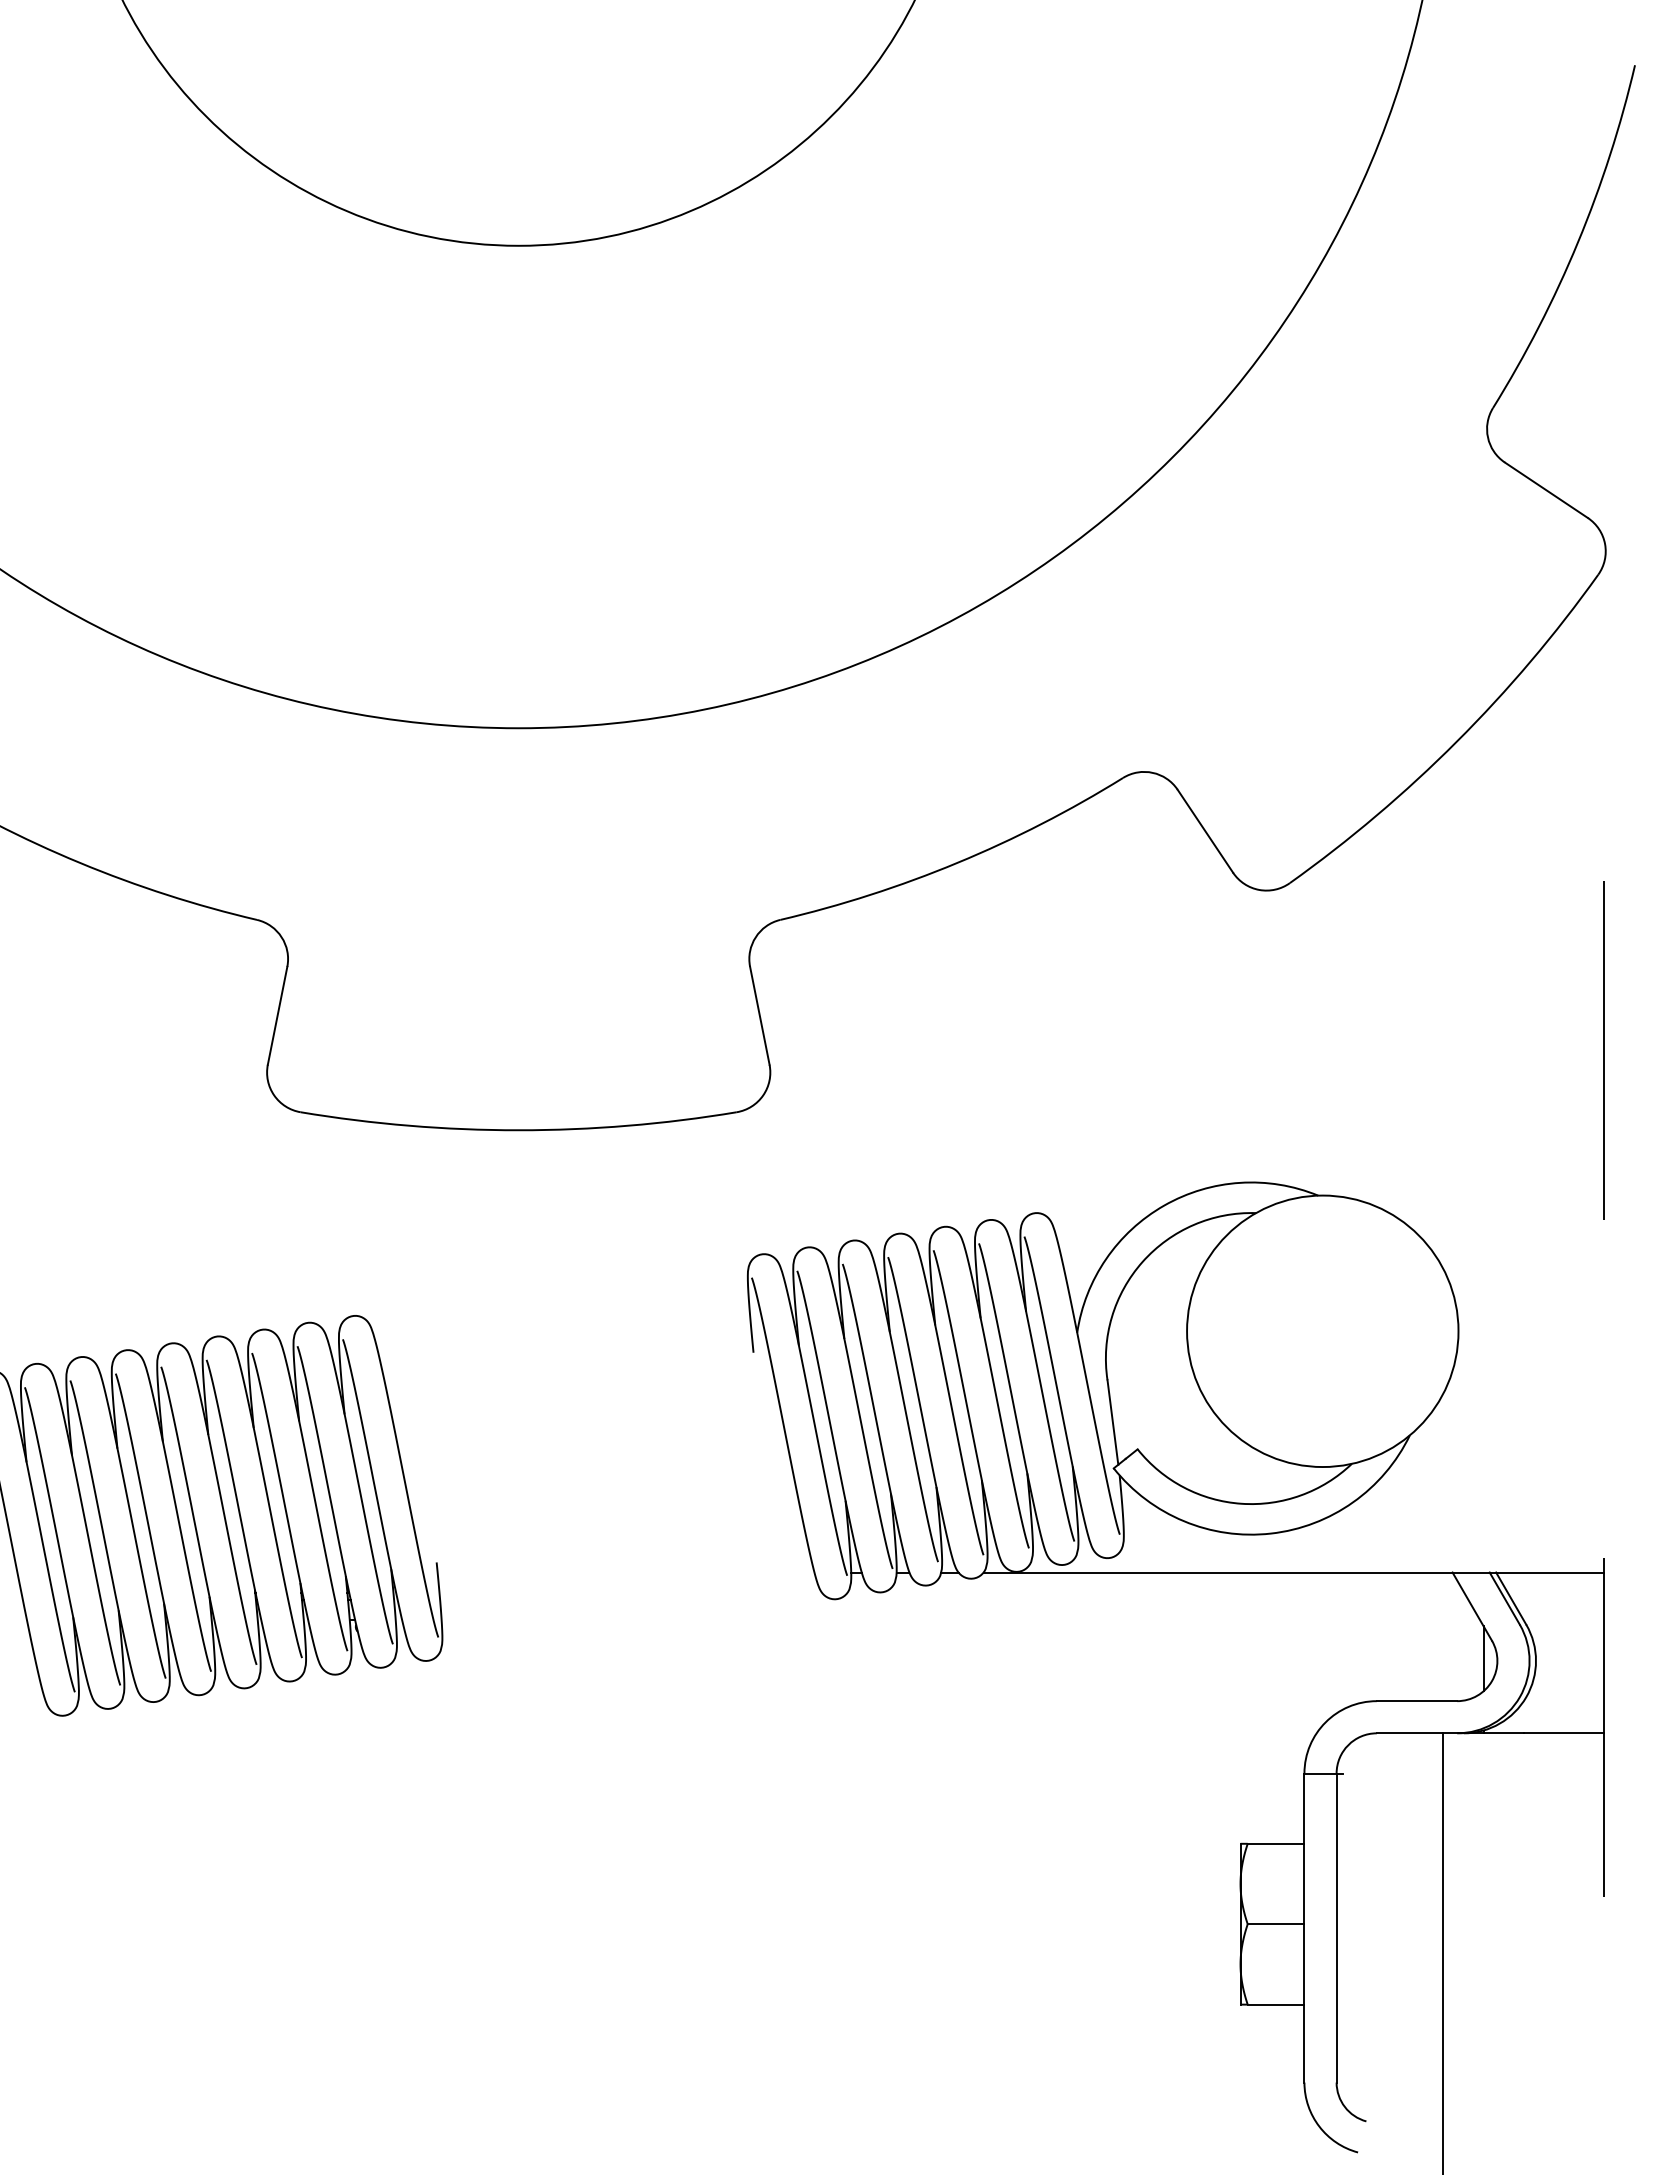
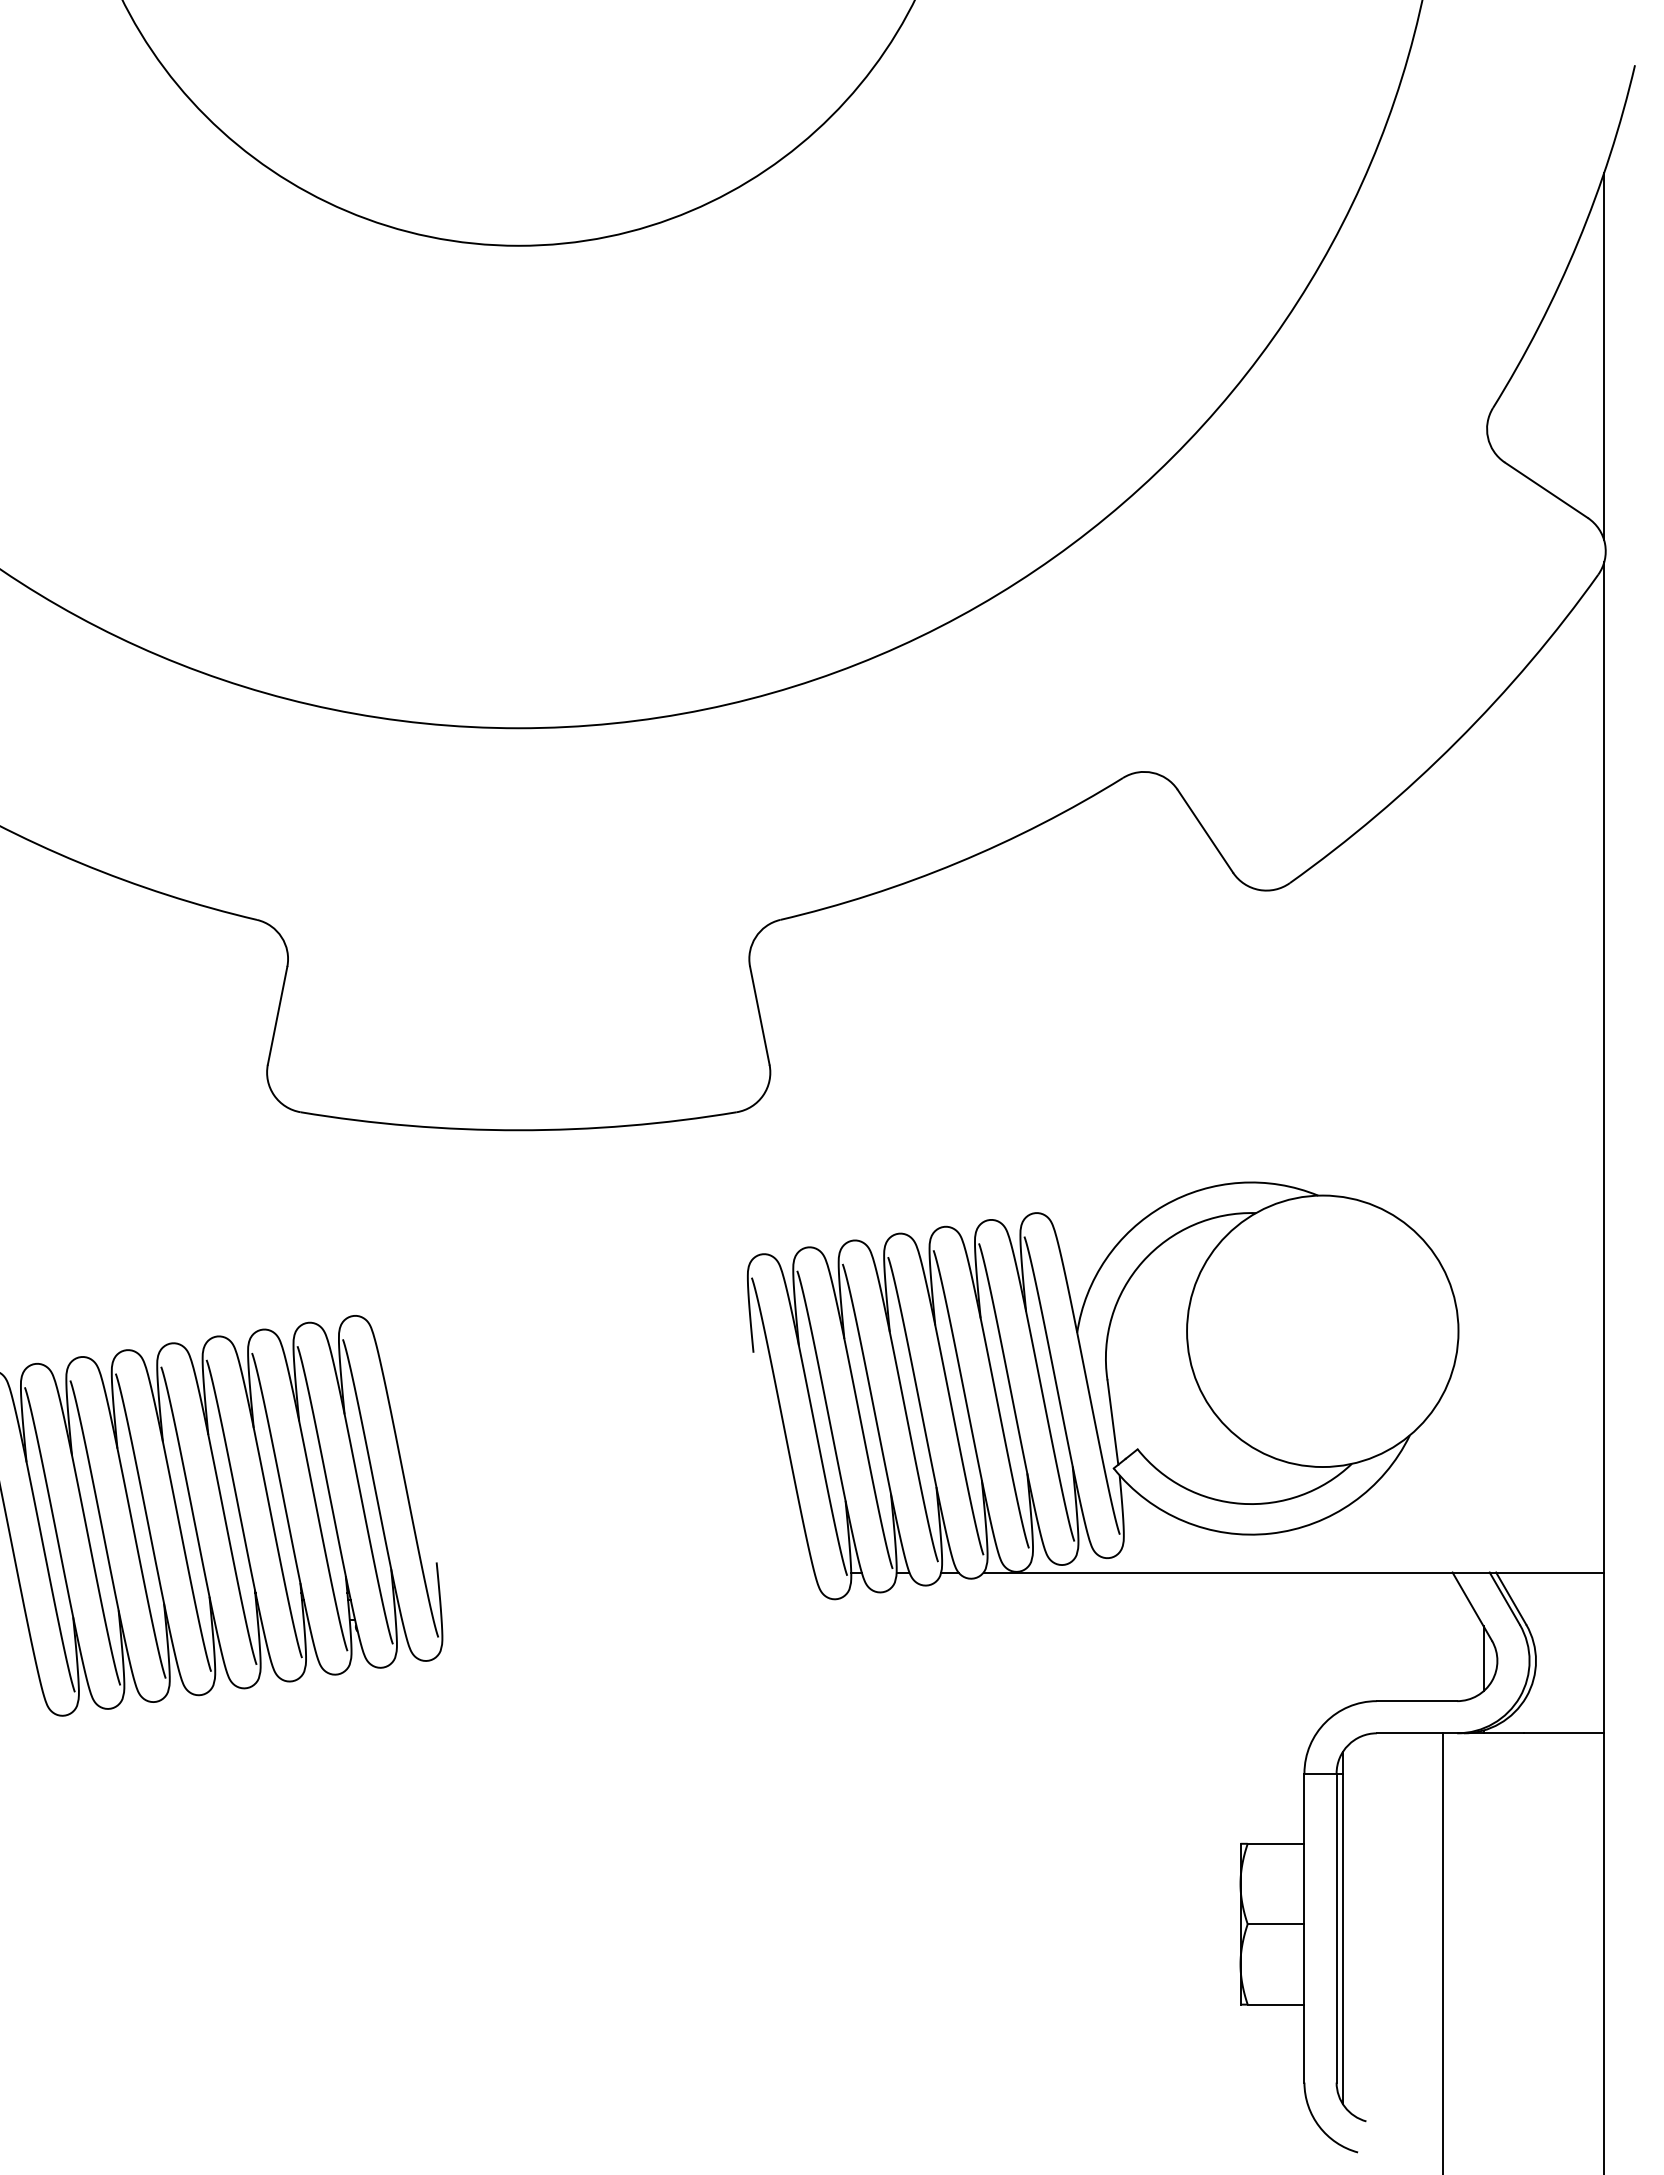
line at (1604, 356): none -> present
line at (1604, 1368): dashed -> solid
line at (1343, 1927): none -> present
